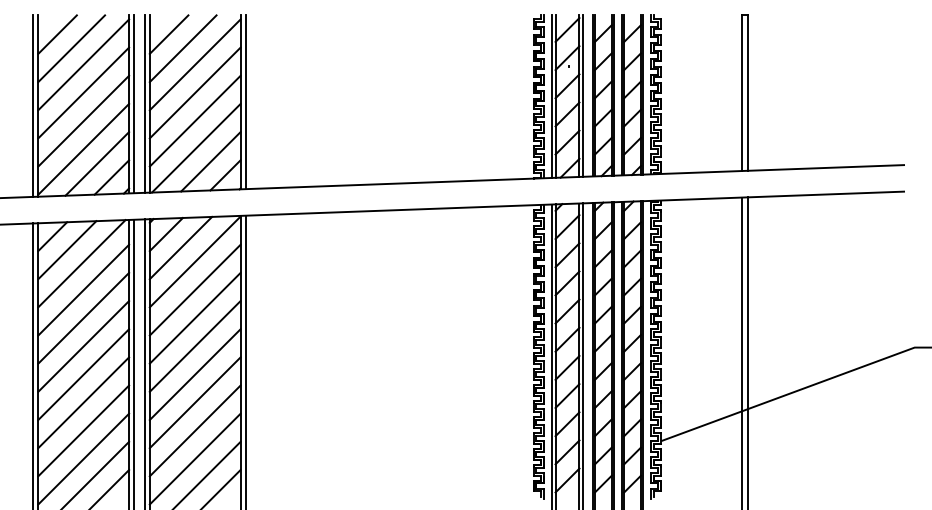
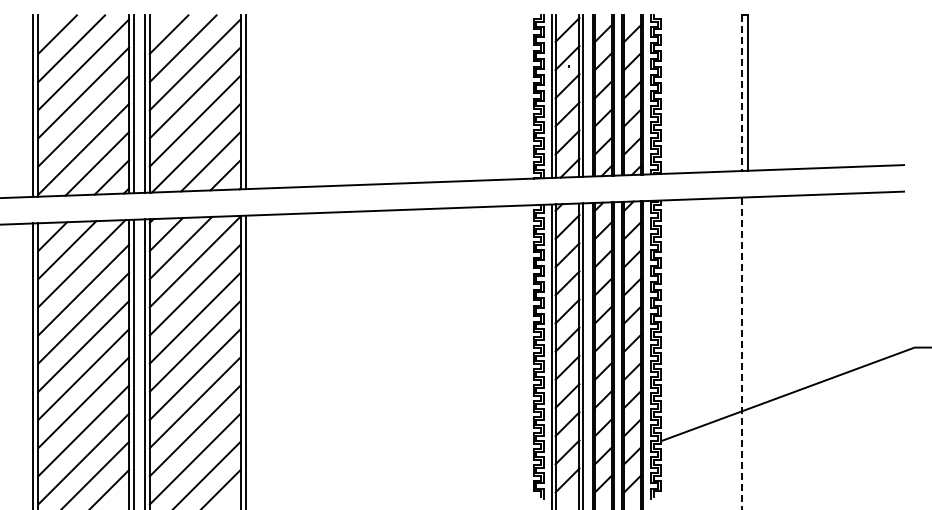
line at (741, 93): solid -> dashed
line at (747, 351): present -> none
line at (741, 353): solid -> dashed
